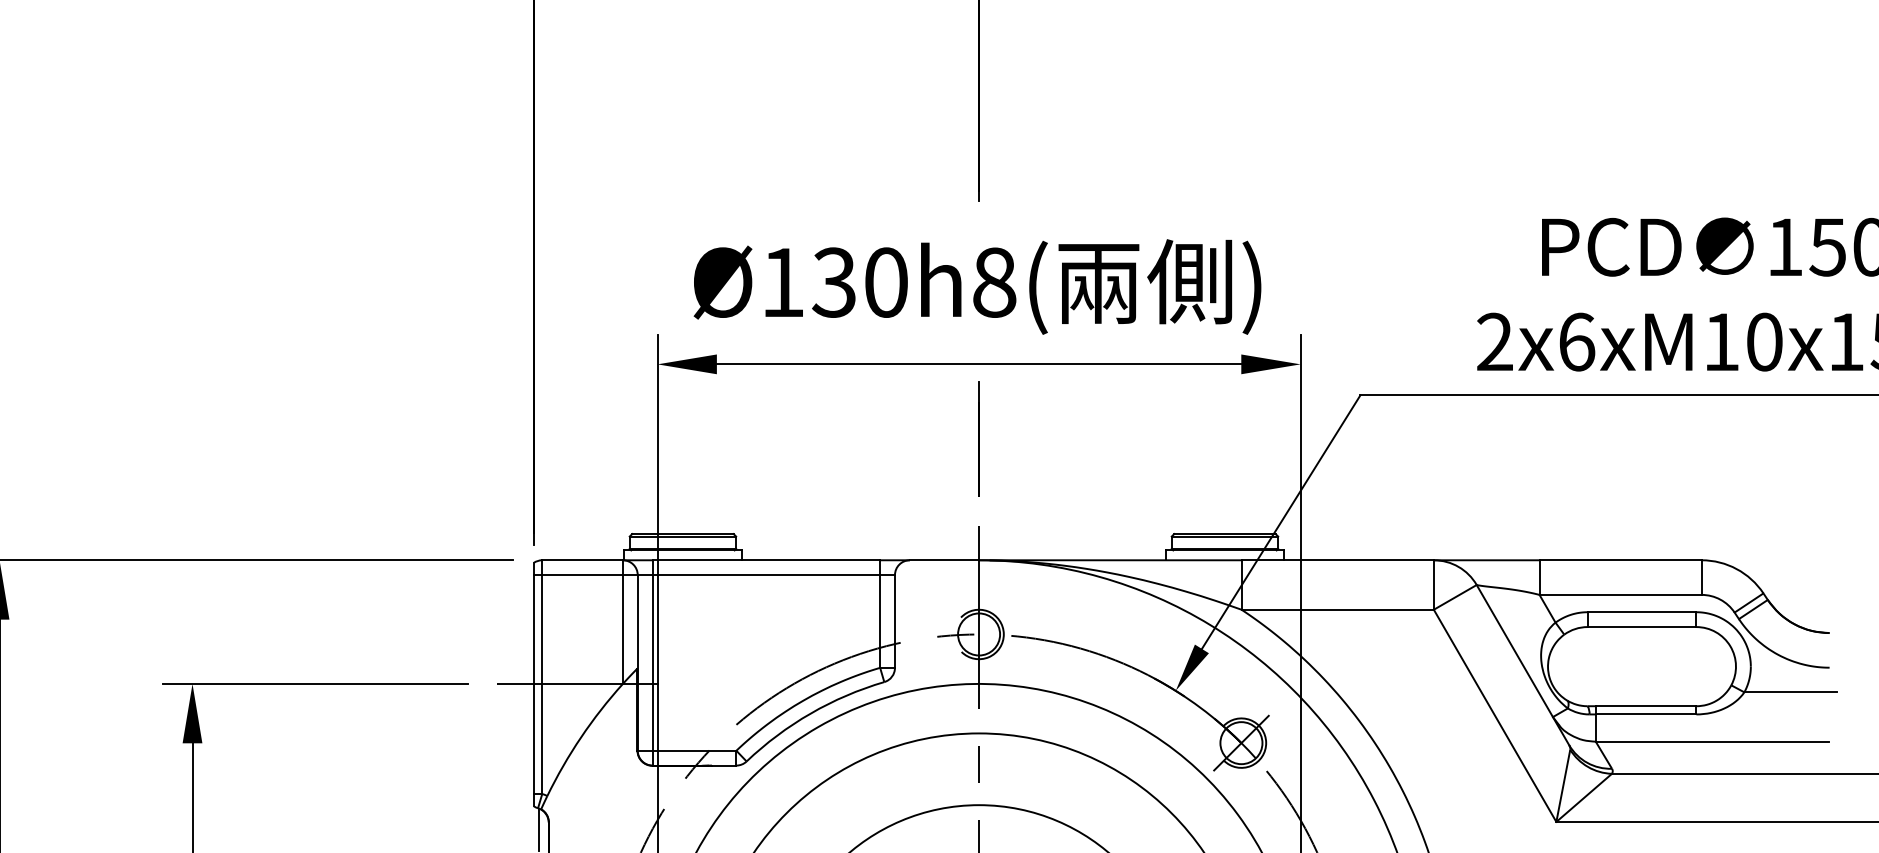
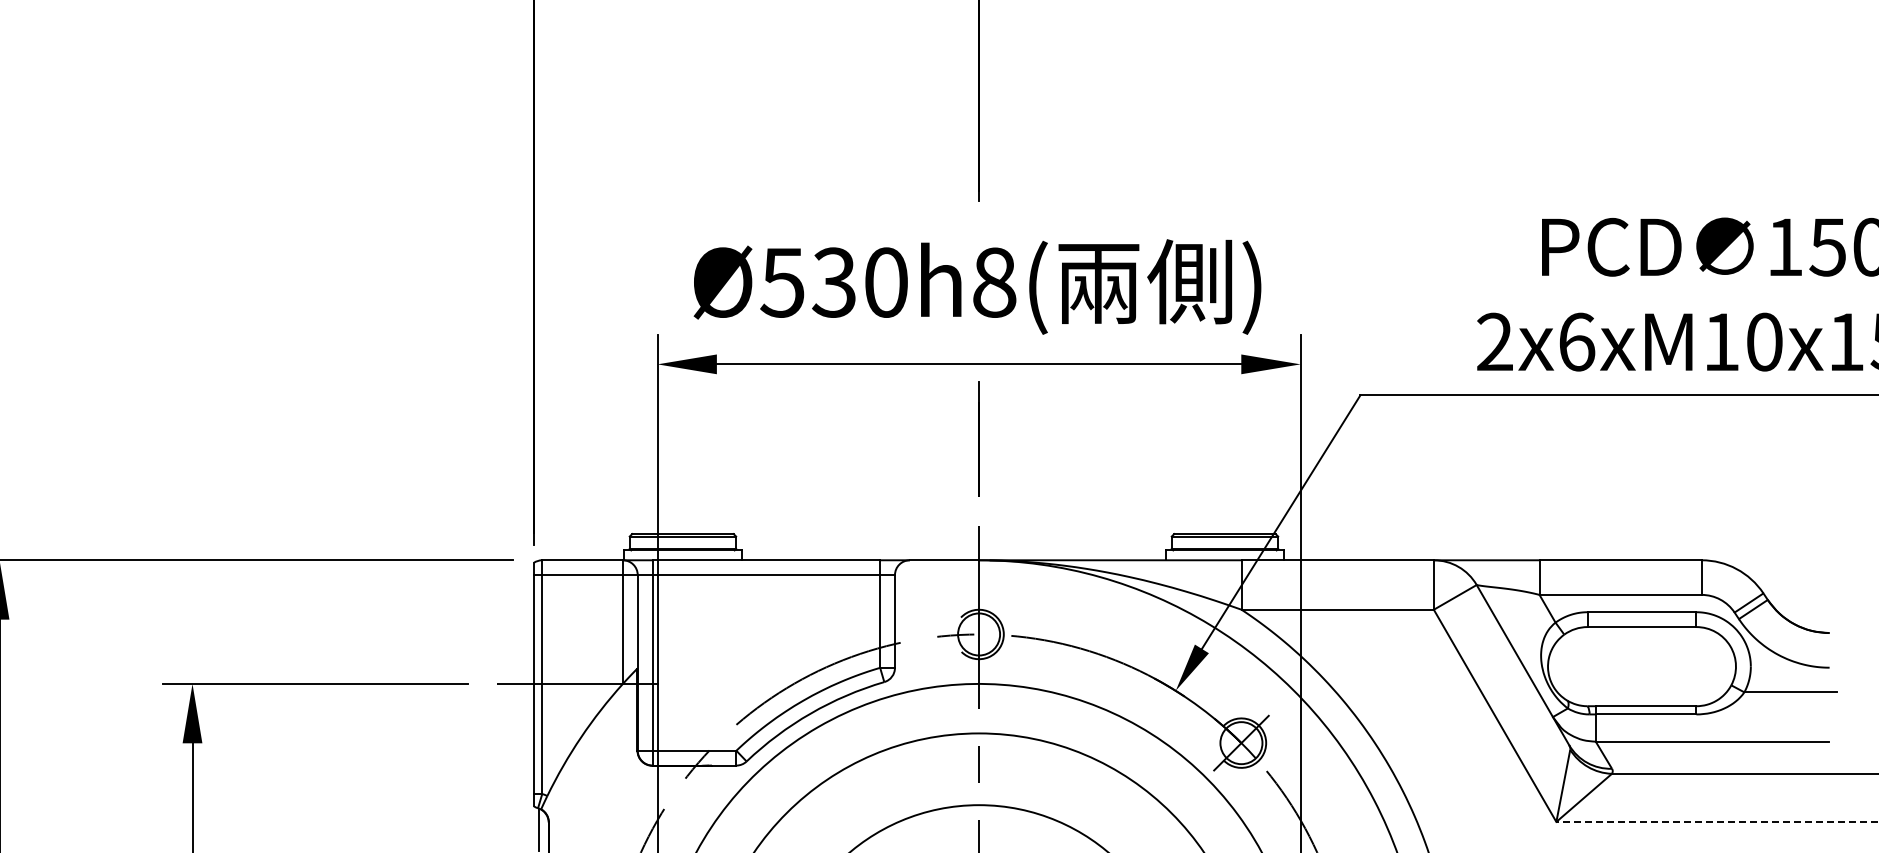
text at (782, 282): Ø130h8( -> Ø530h8(
line at (1716, 821): solid -> dashed
